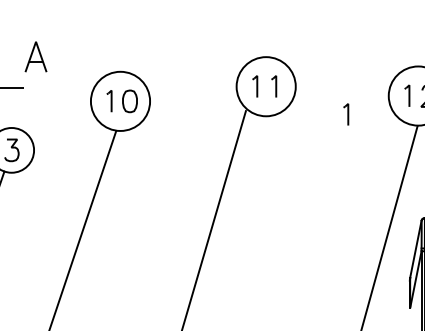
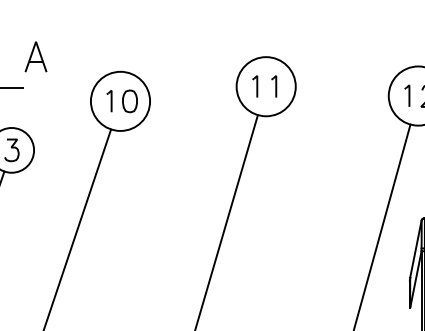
part at (346, 114): present -> none
line at (213, 219) position: (213, 219) -> (226, 221)
line at (389, 226) position: (389, 226) -> (382, 225)
line at (83, 229) position: (83, 229) -> (77, 228)
